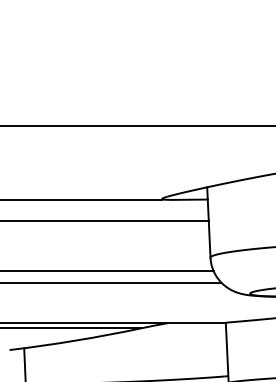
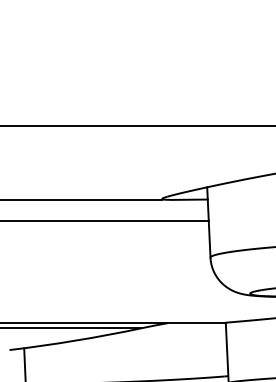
line at (107, 270): present -> none
line at (111, 282): present -> none
